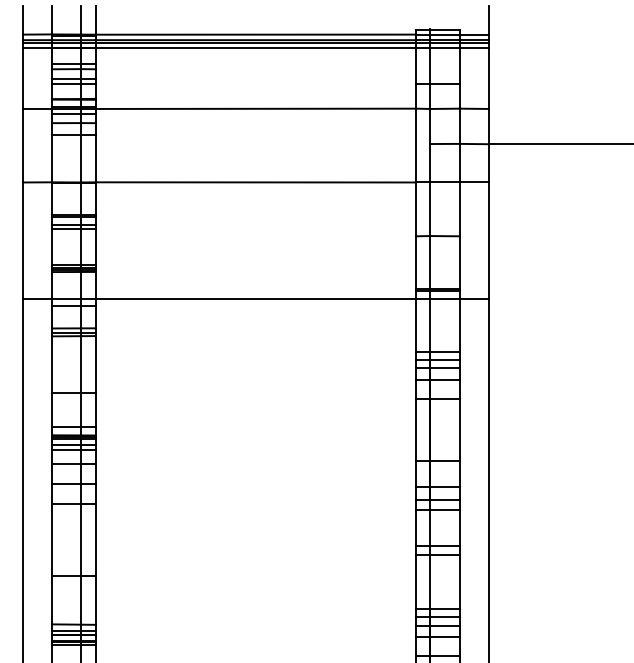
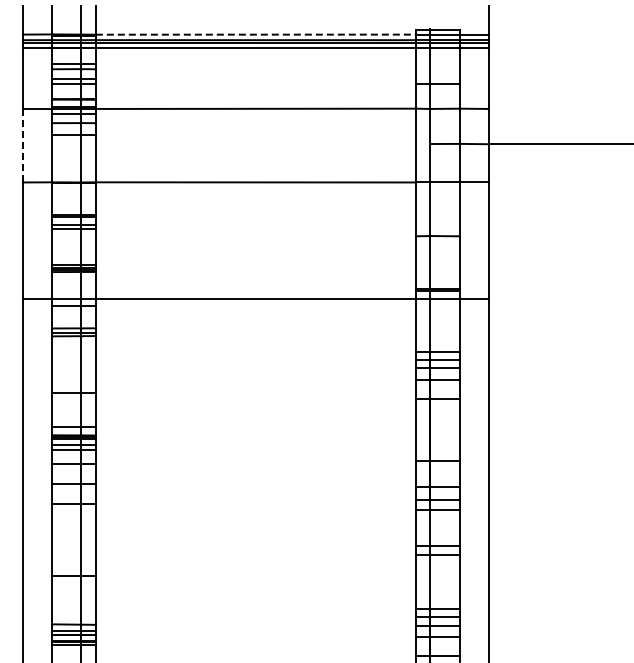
line at (256, 34): solid -> dashed
line at (23, 145): solid -> dashed
